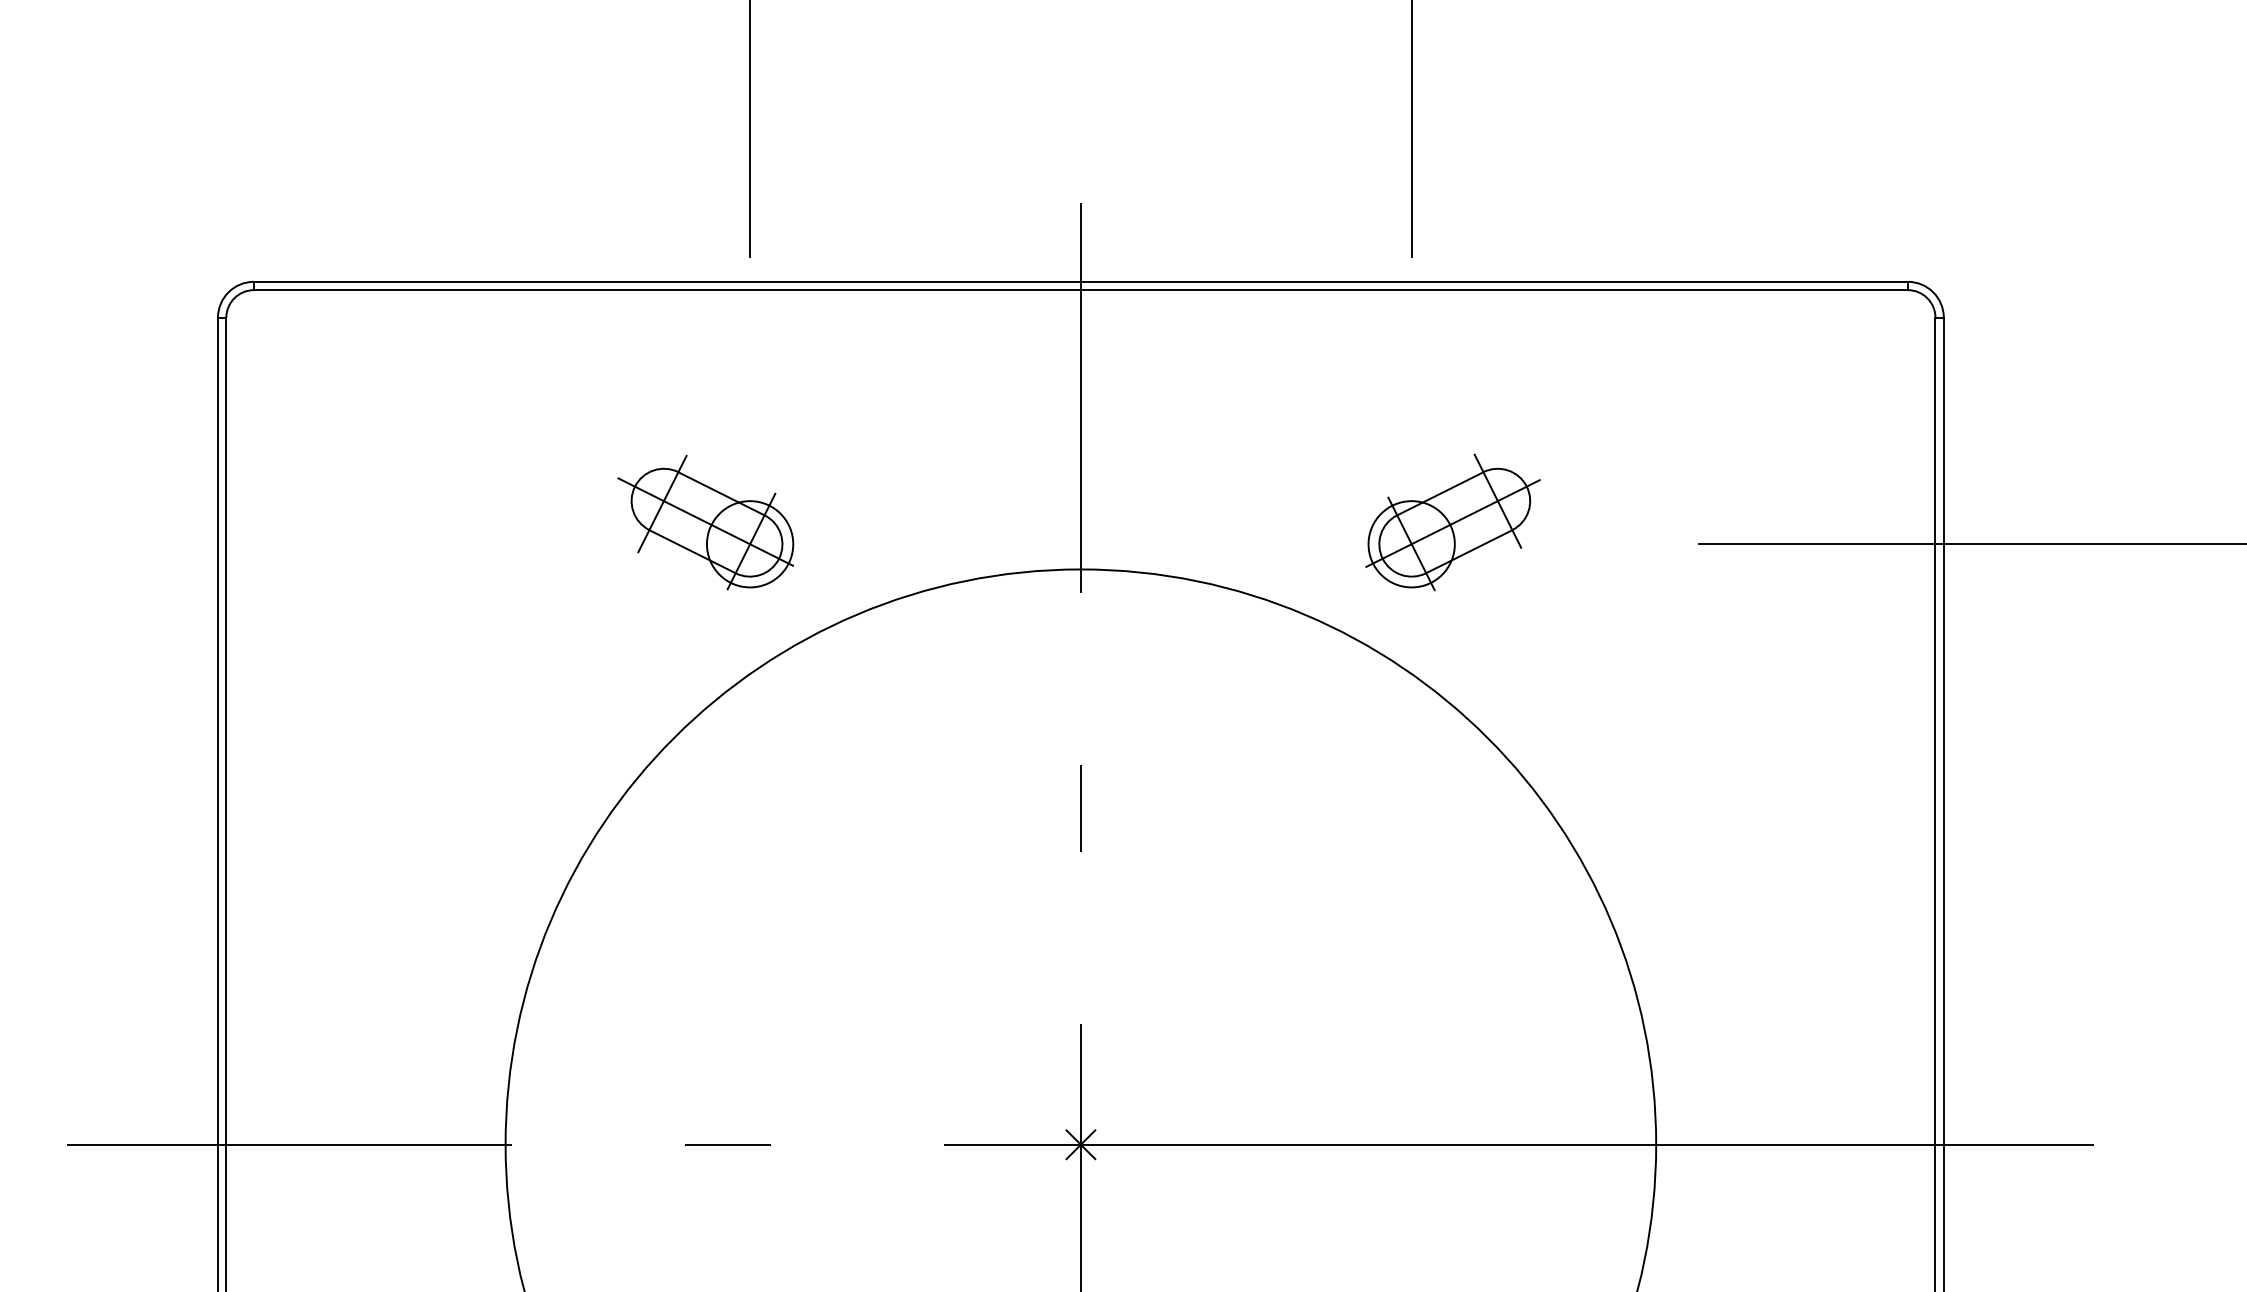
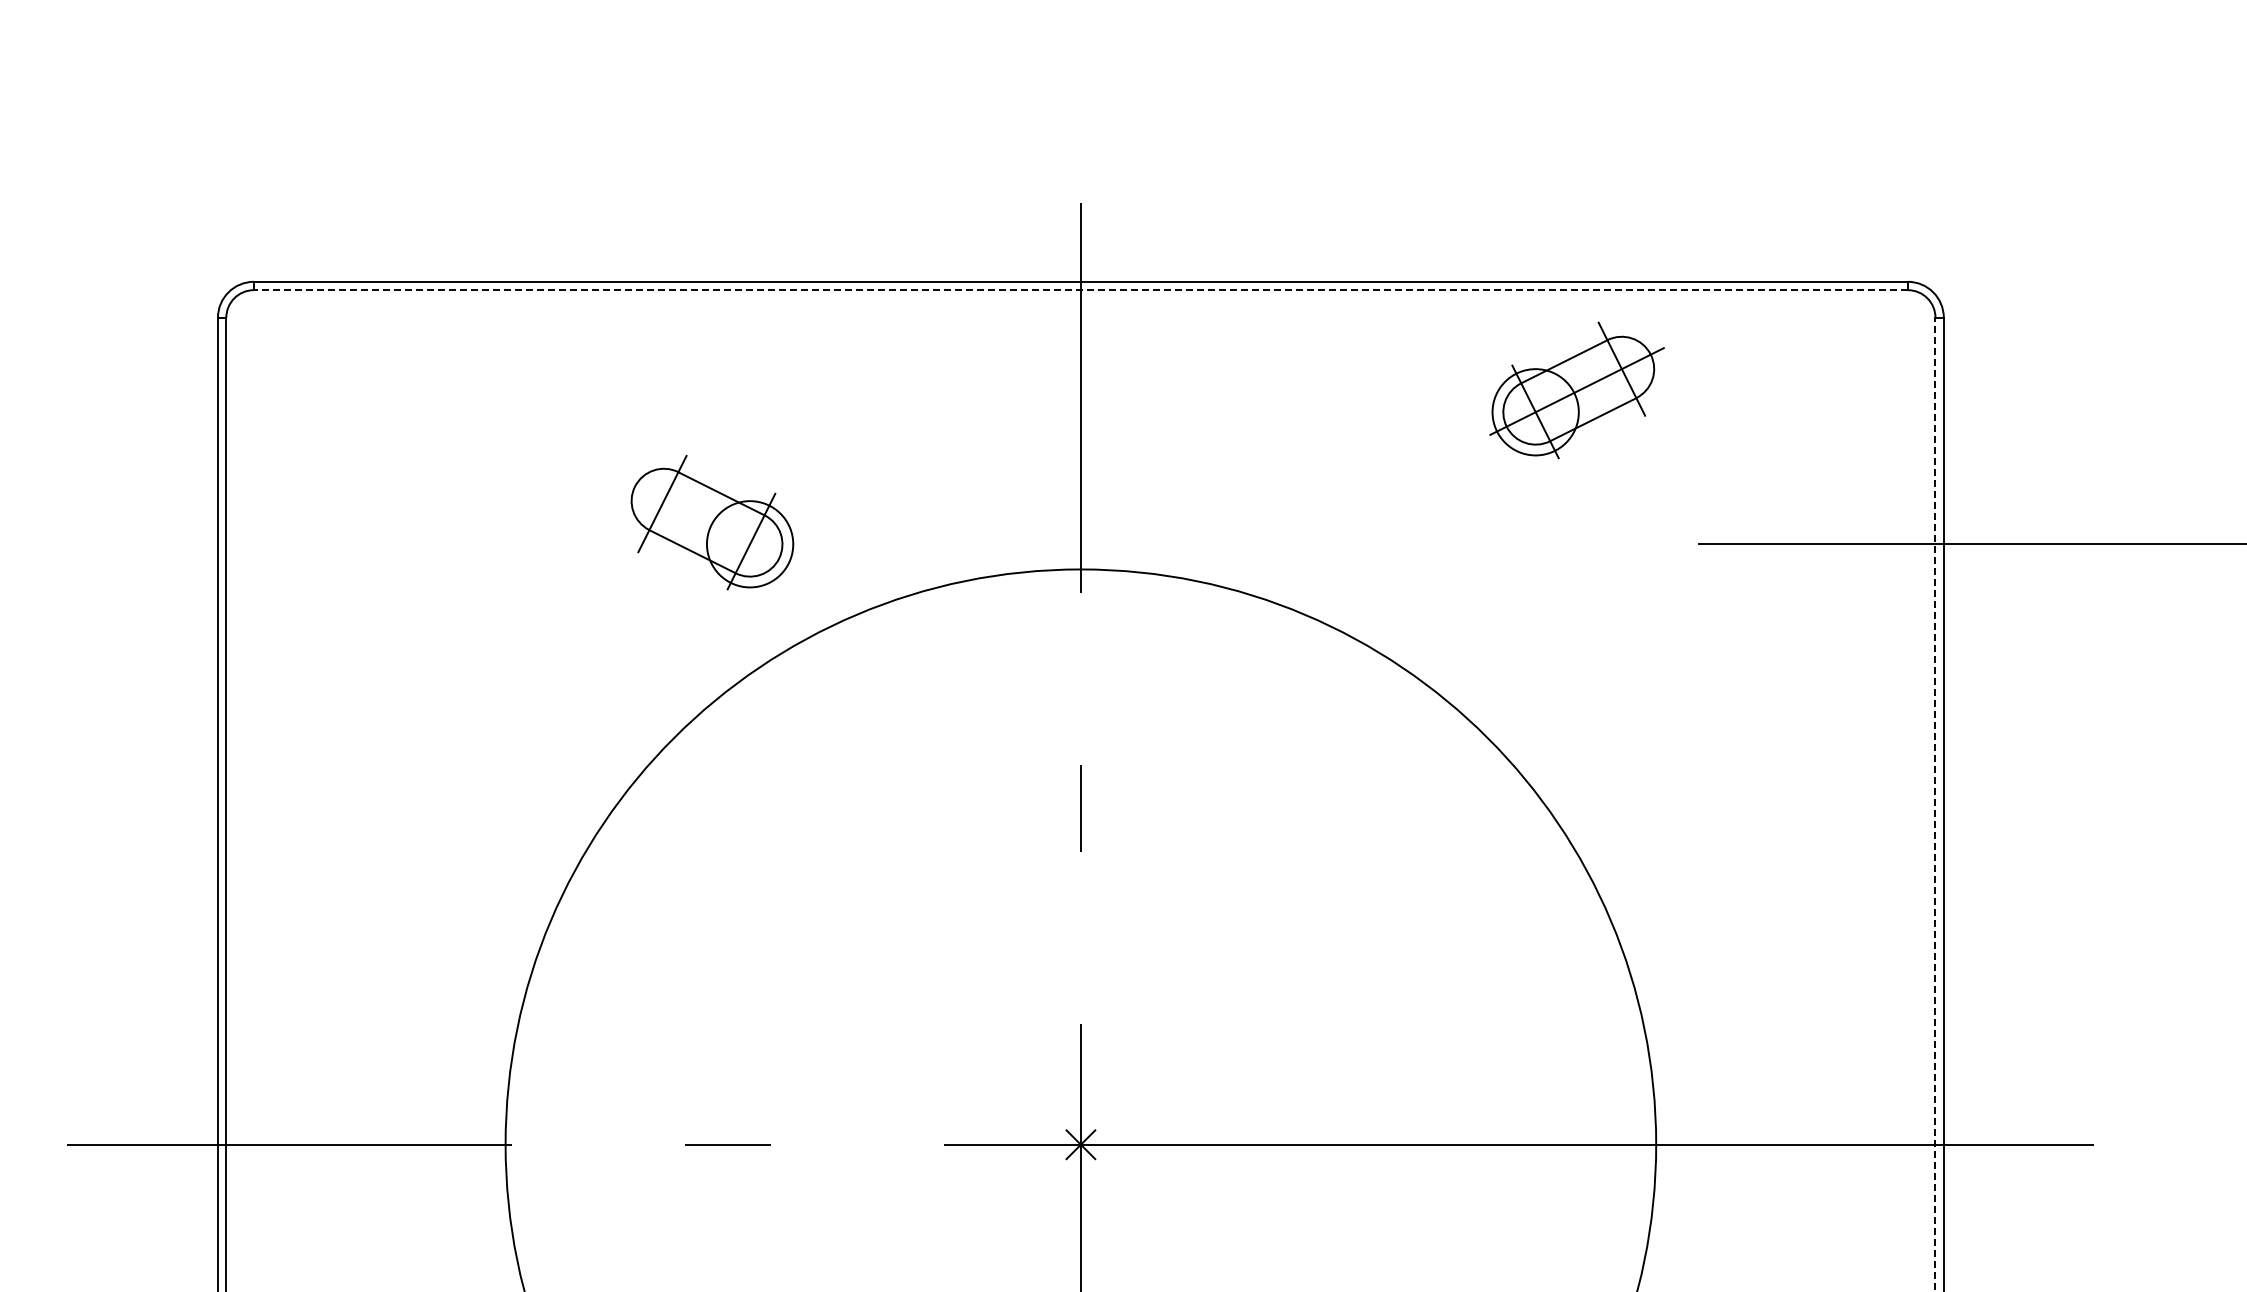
line at (750, 129): present -> none
line at (1411, 129): present -> none
line at (1080, 290): solid -> dashed
line at (705, 521): present -> none
part at (1452, 522) position: (1452, 522) -> (1576, 390)
line at (1935, 804): solid -> dashed
